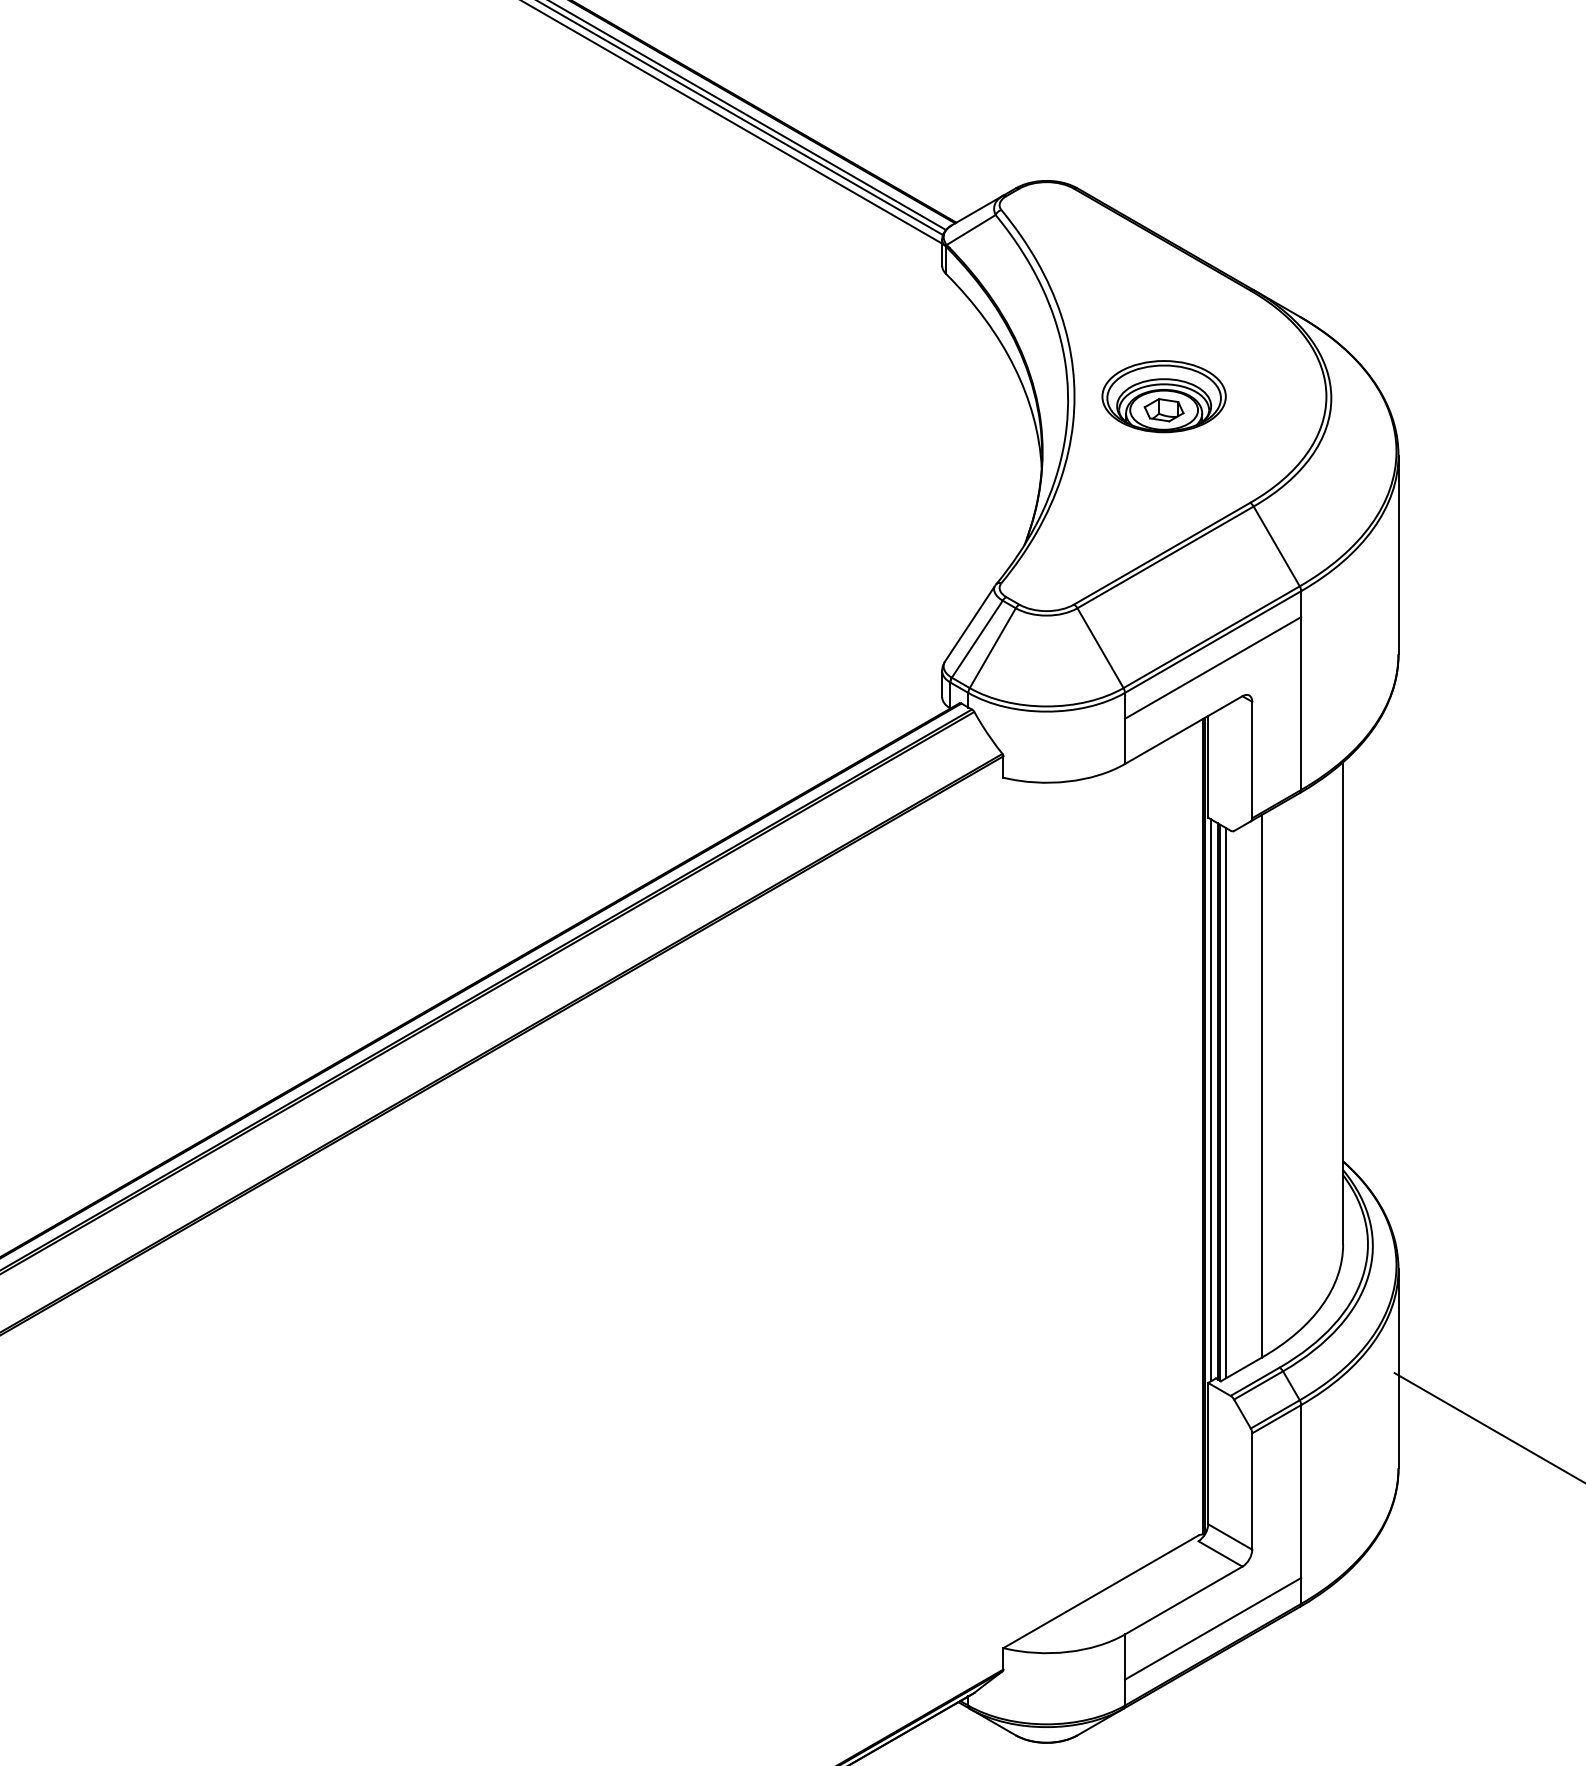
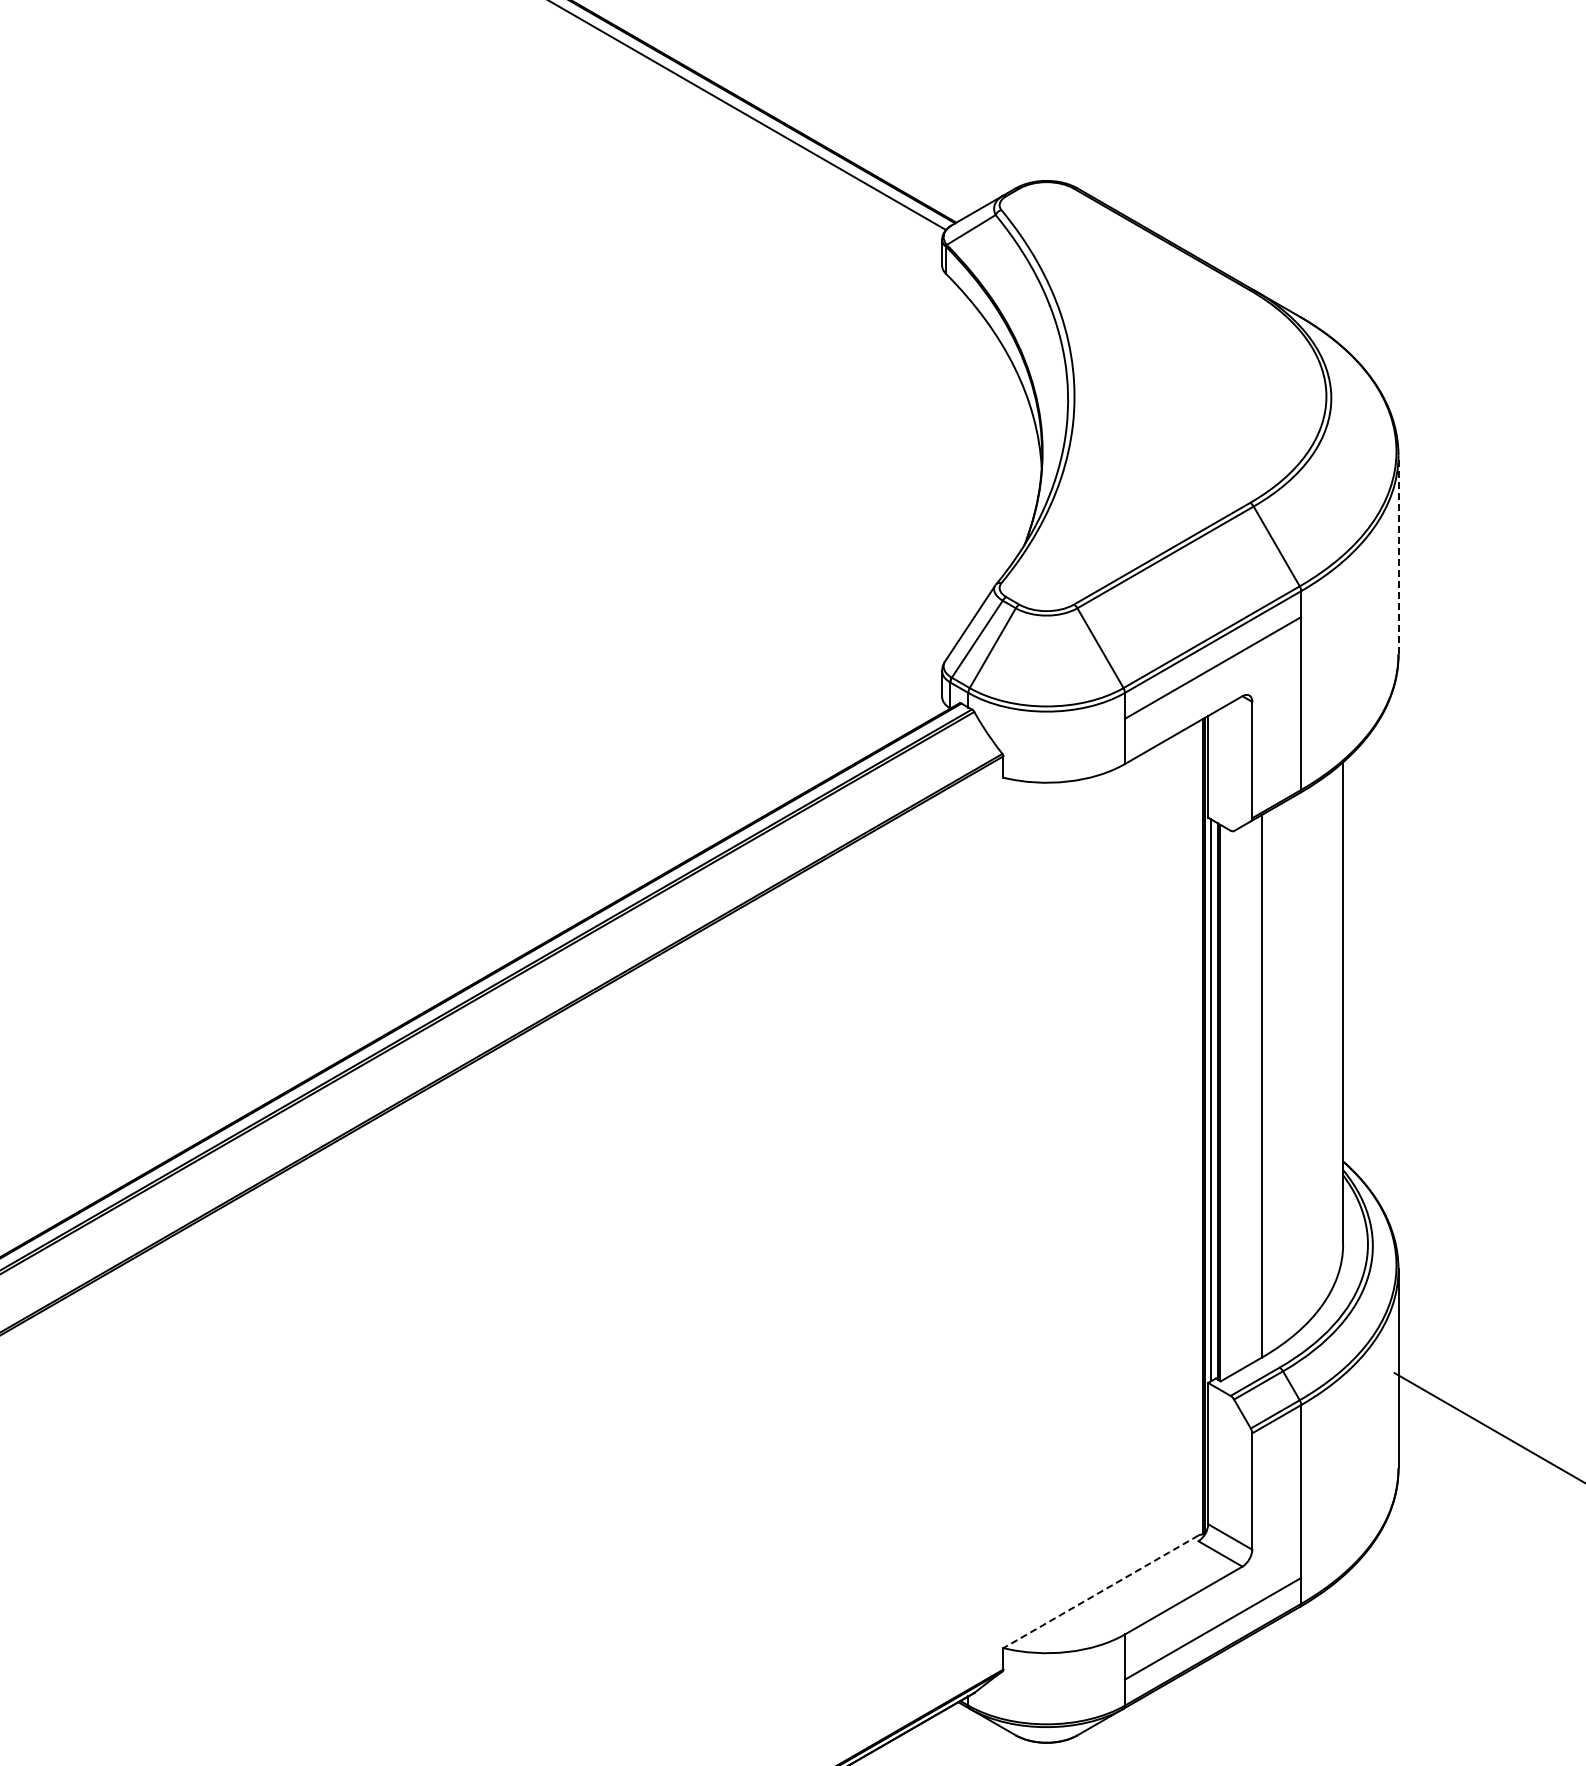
line at (740, 118): present -> none
line at (732, 122): present -> none
part at (1163, 396): present -> none
line at (1398, 554): solid -> dashed
line at (1225, 1102): present -> none
line at (1100, 1591): solid -> dashed
